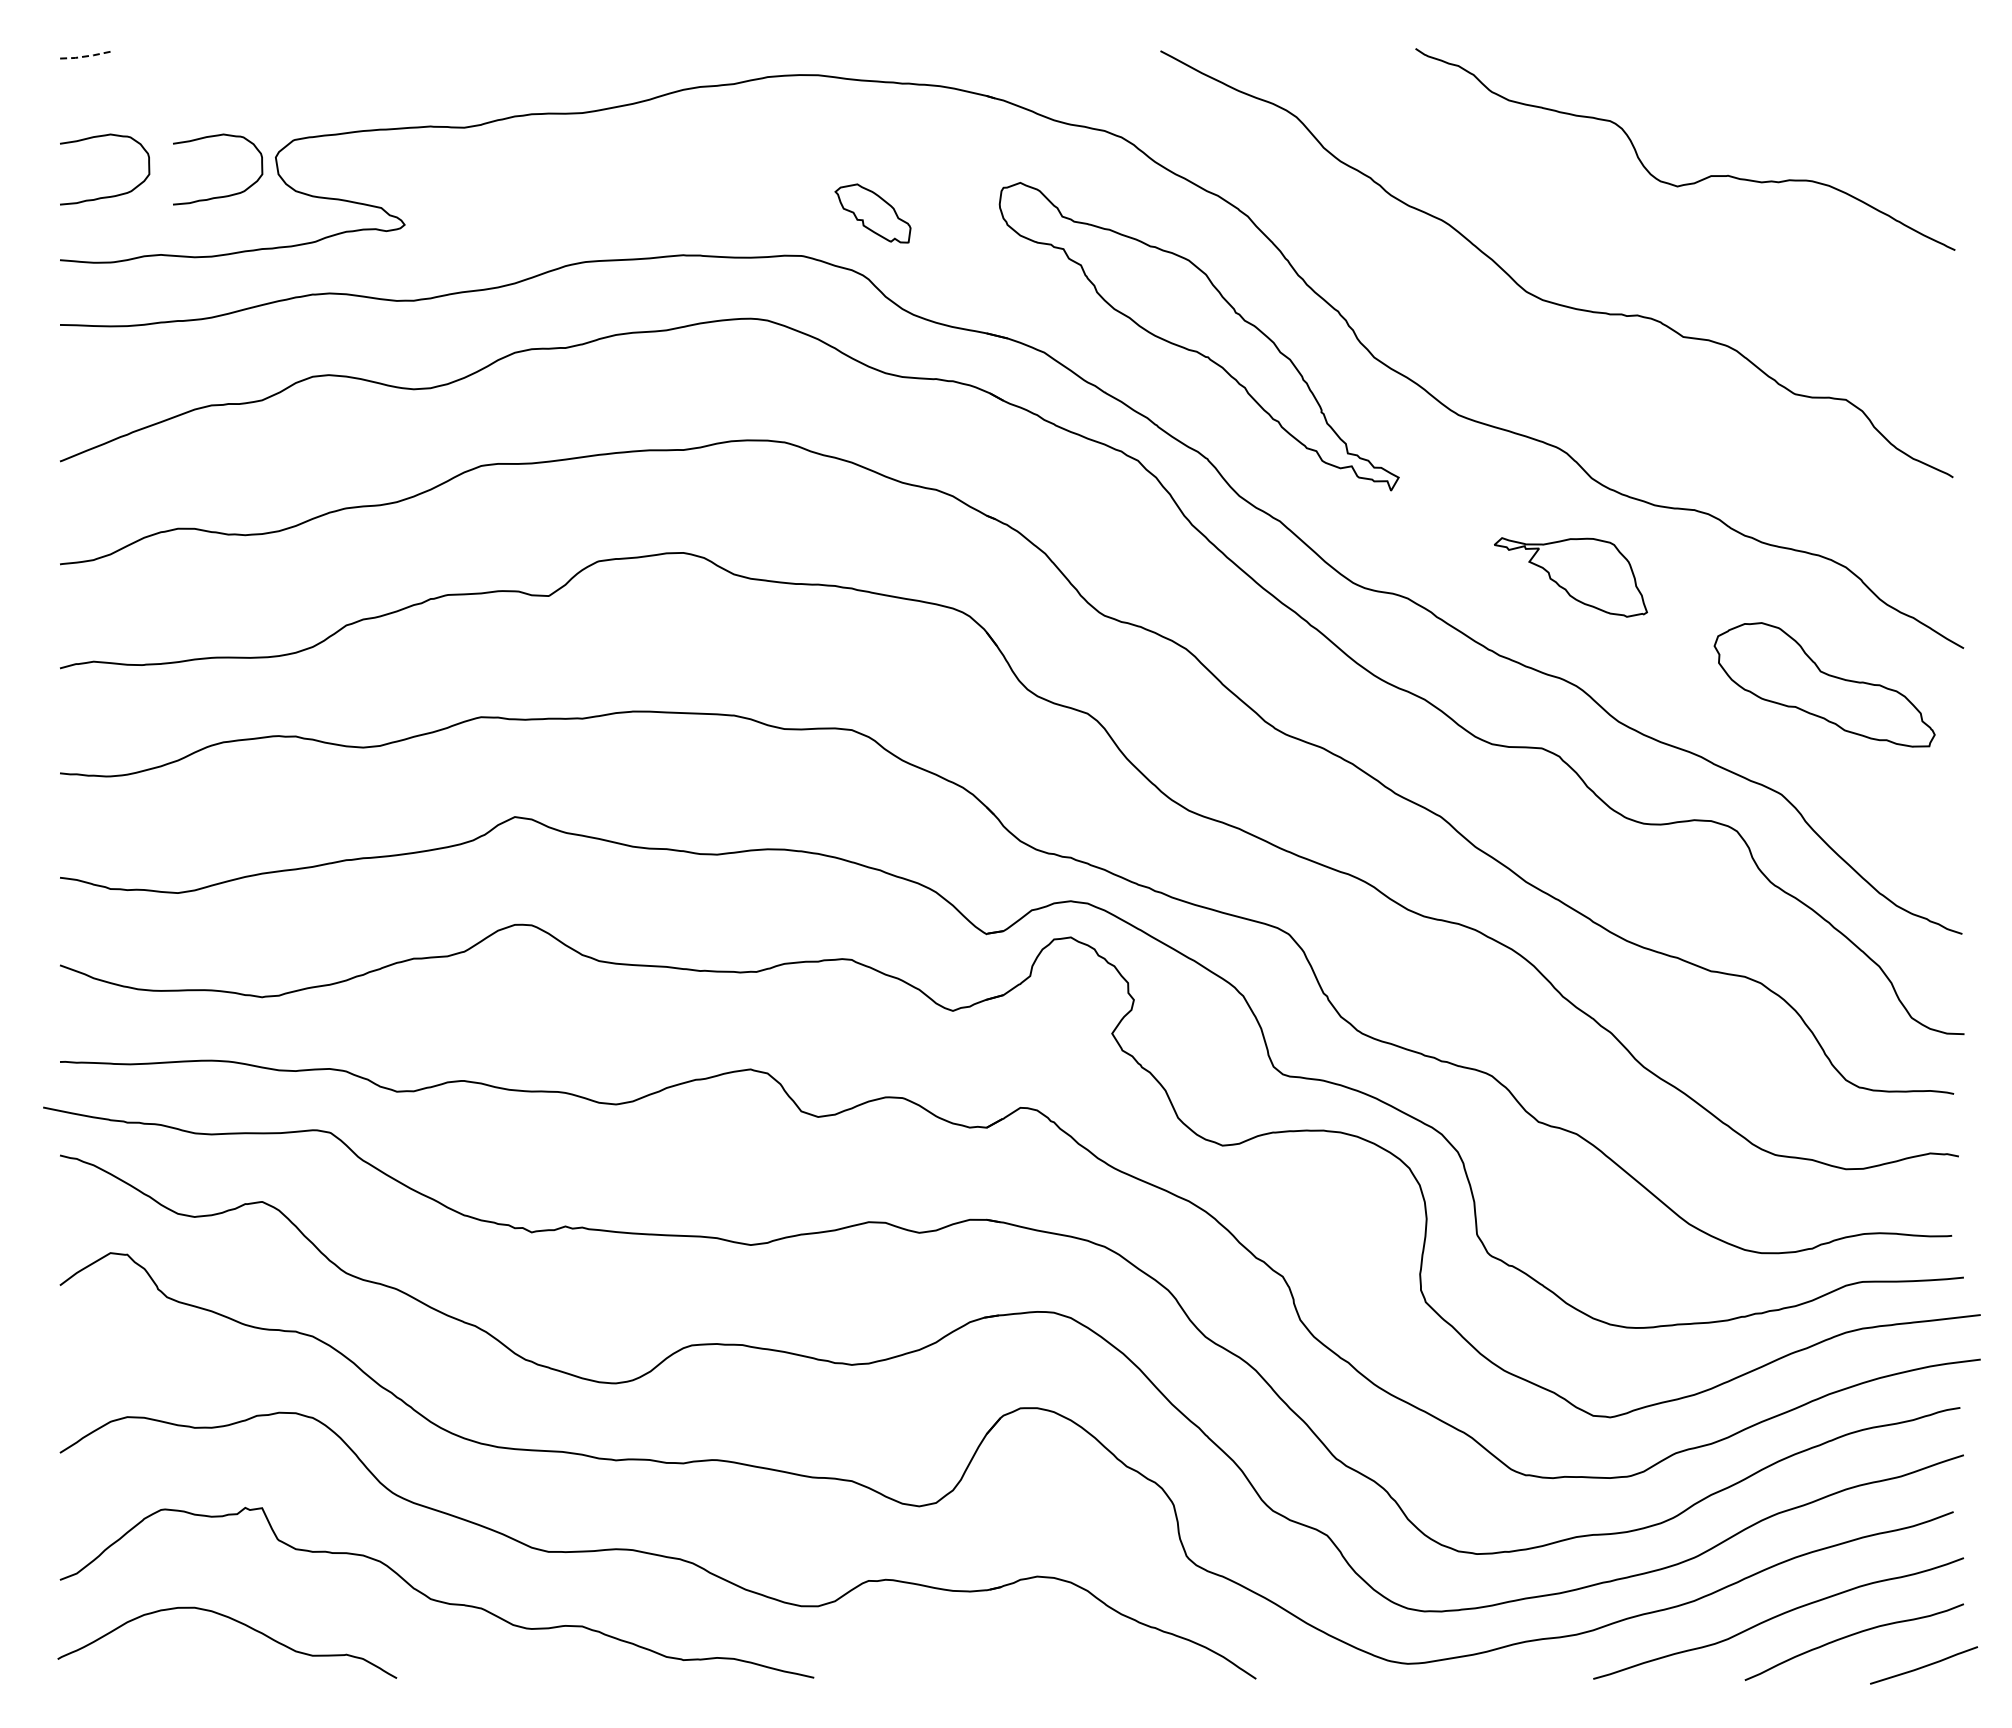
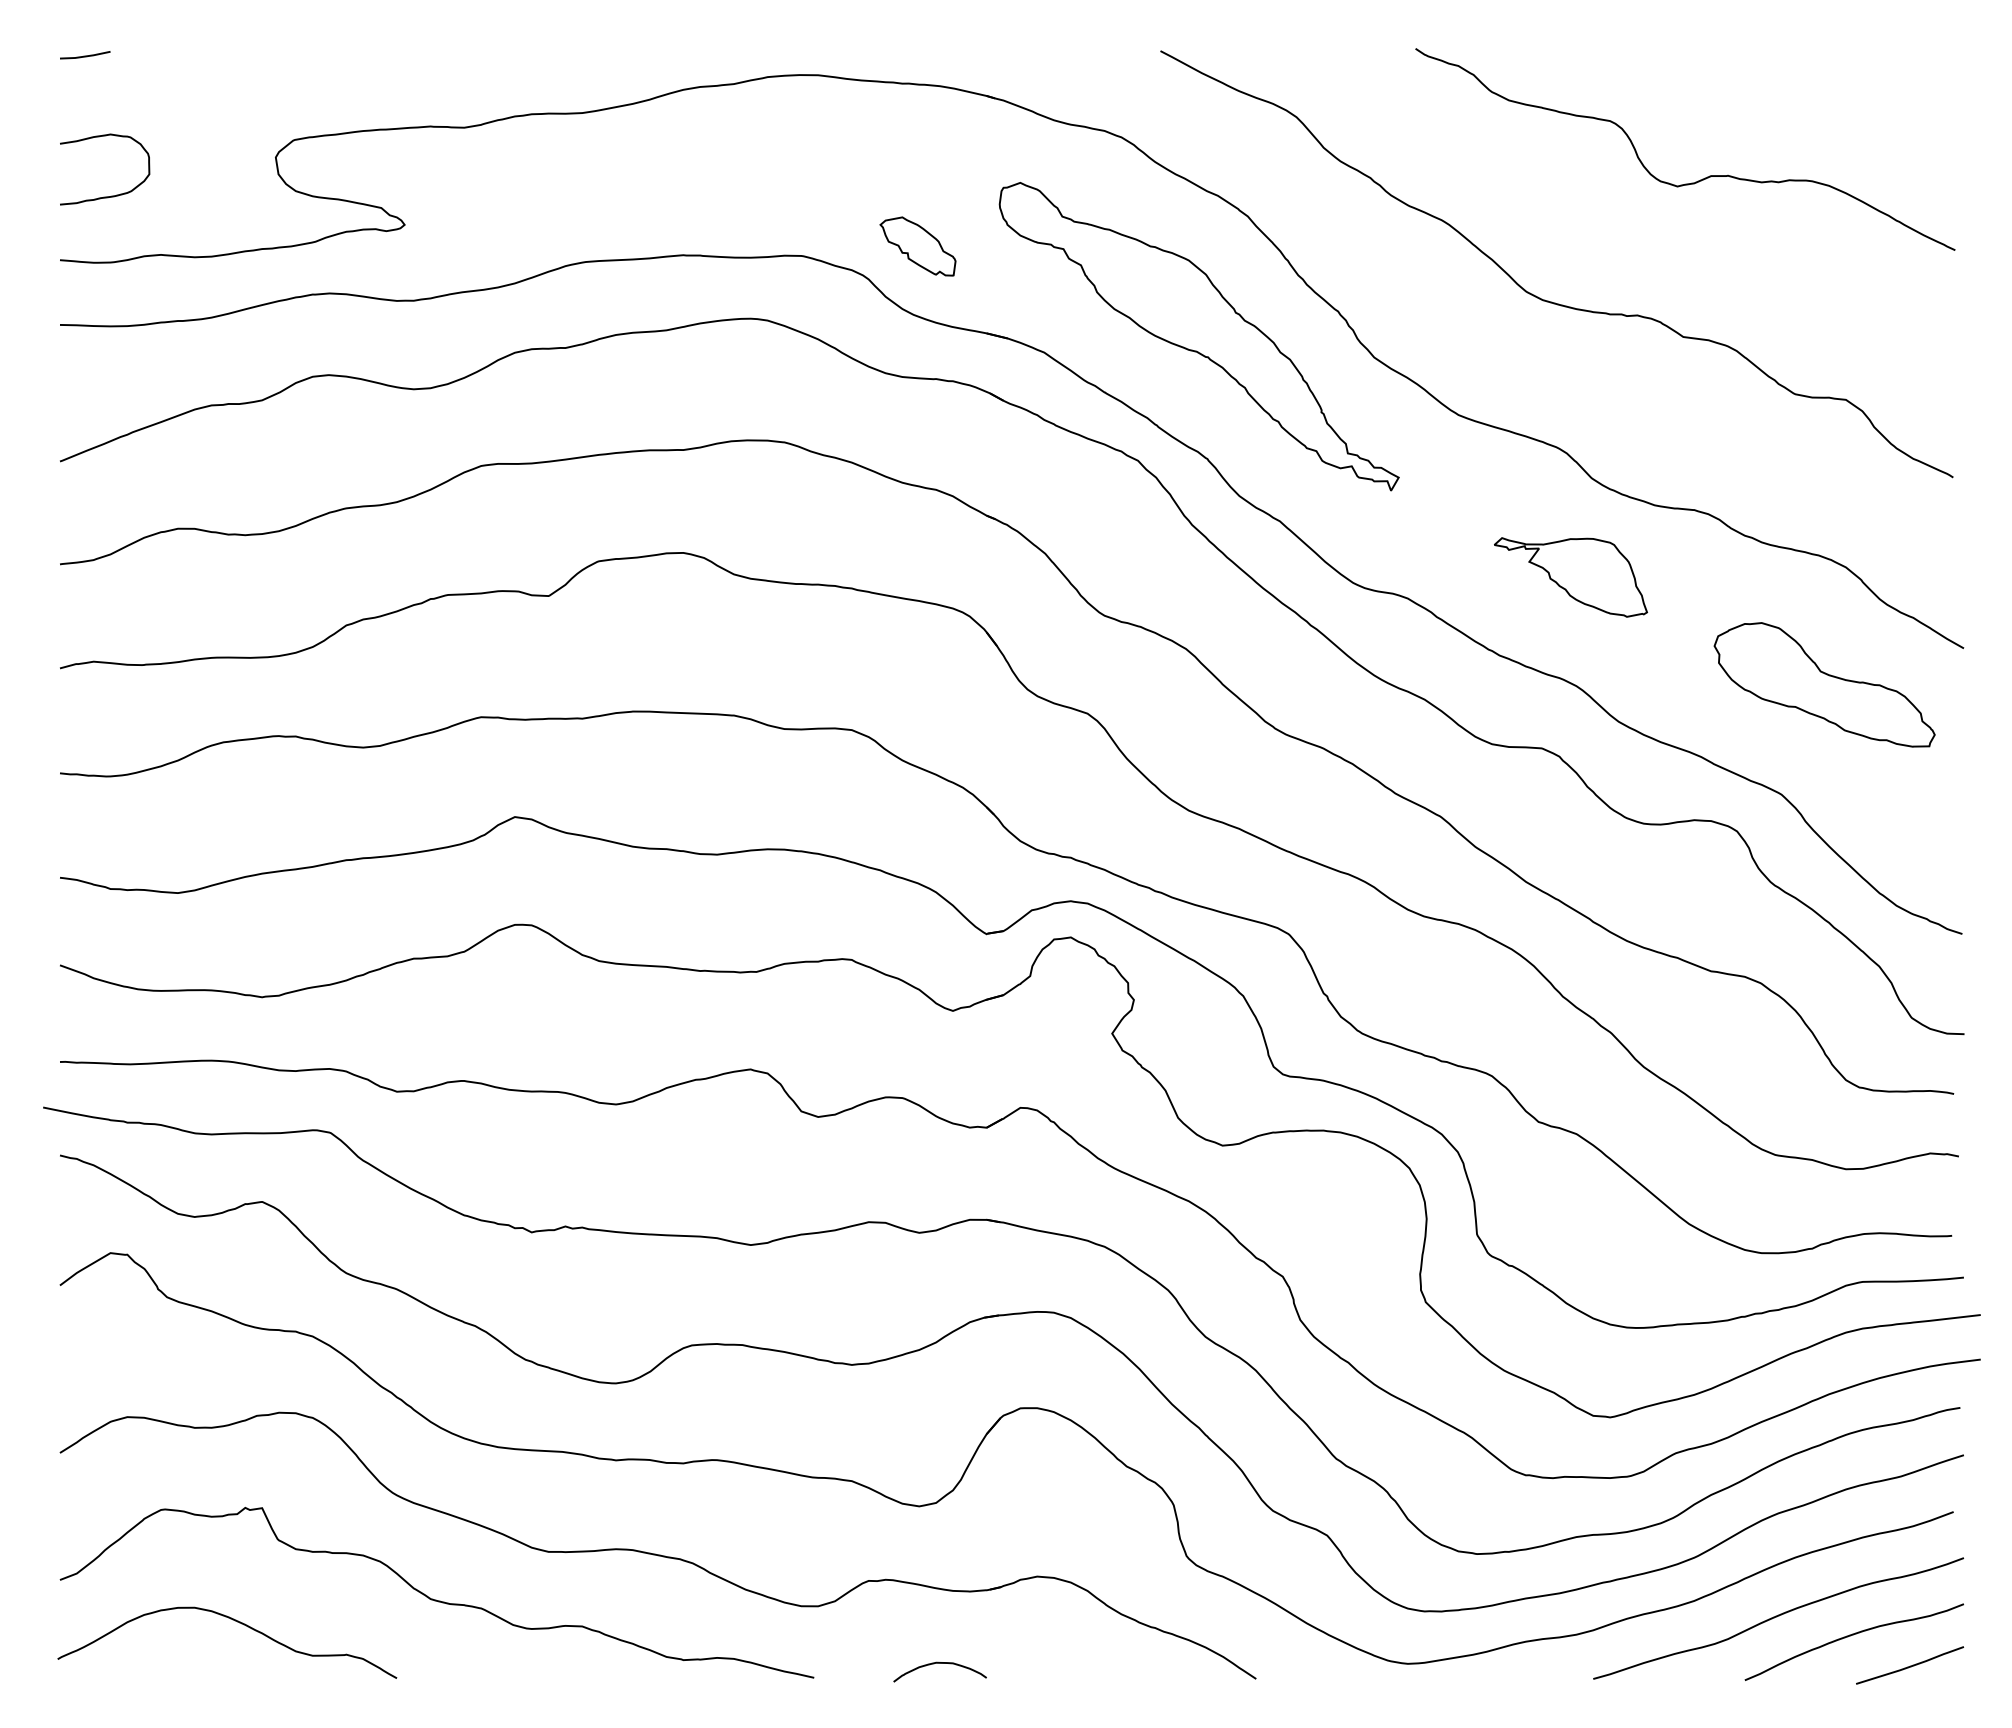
line at (84, 56): dashed -> solid
curve at (224, 195): present -> none
part at (872, 213) position: (872, 213) -> (917, 246)
curve at (939, 1663): none -> present
curve at (1924, 1665) position: (1924, 1665) -> (1910, 1665)
